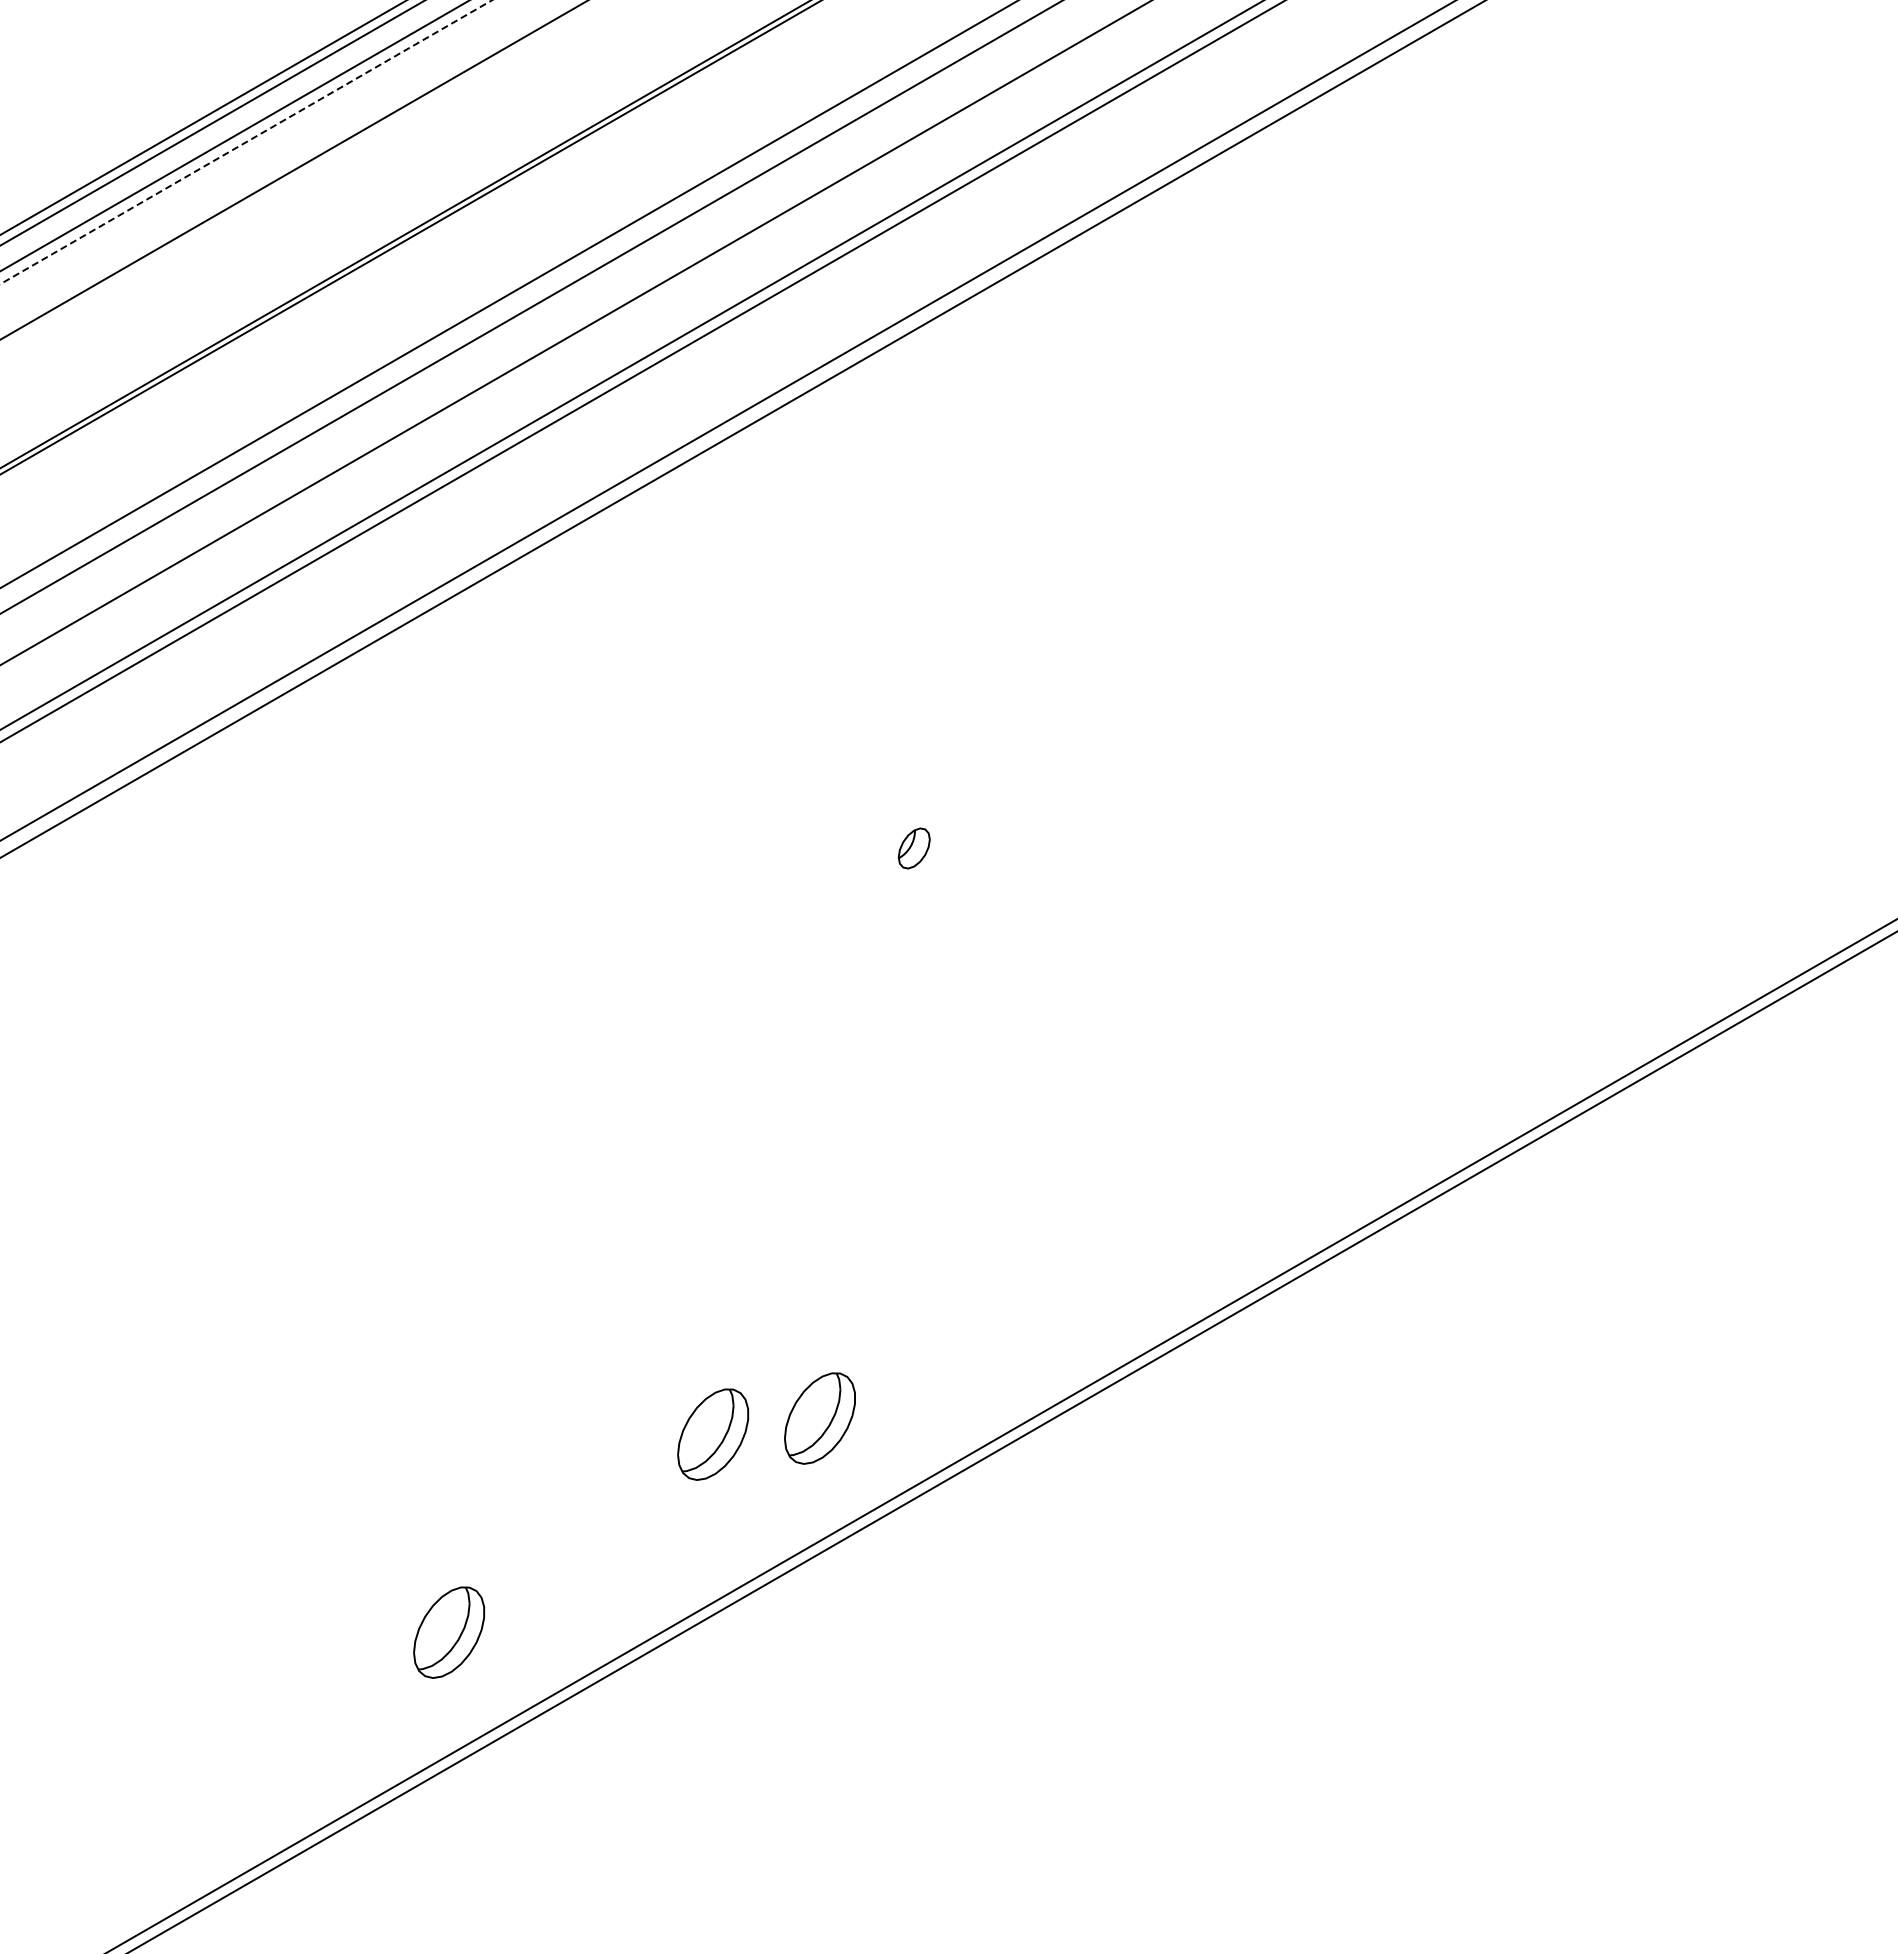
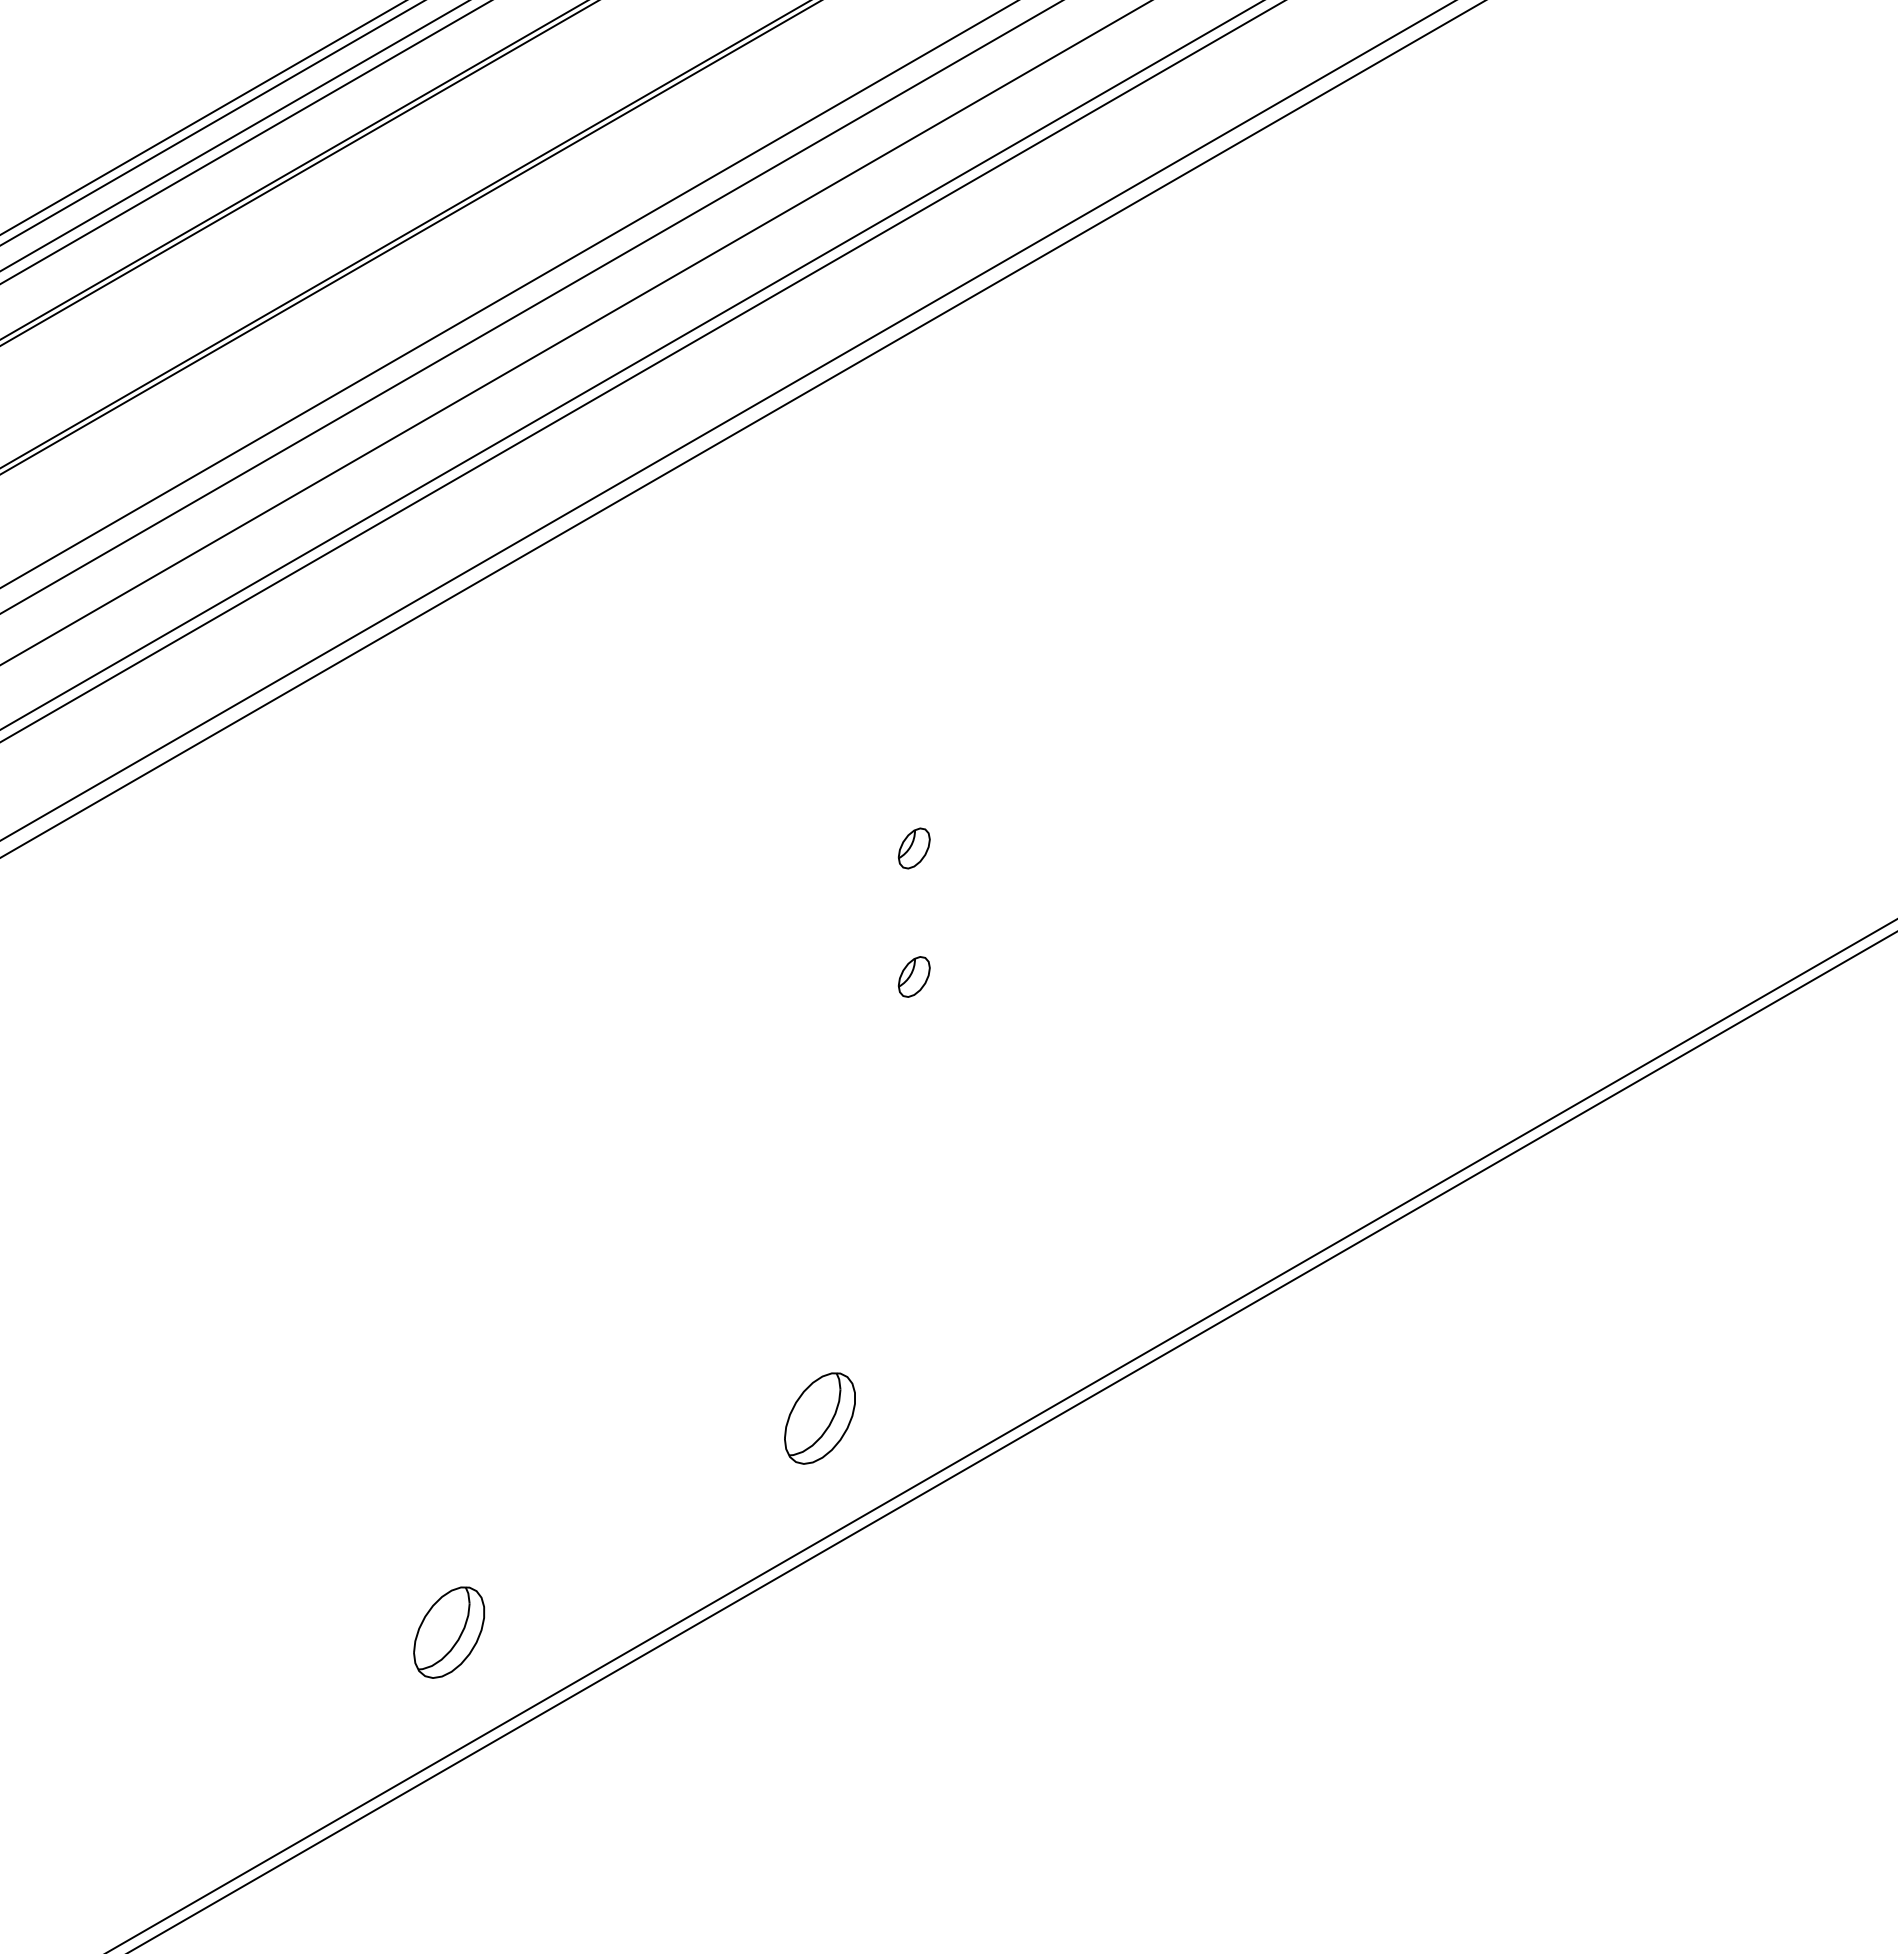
line at (246, 142): dashed -> solid
line at (298, 173): none -> present
part at (913, 976): none -> present
part at (713, 1434): present -> none
